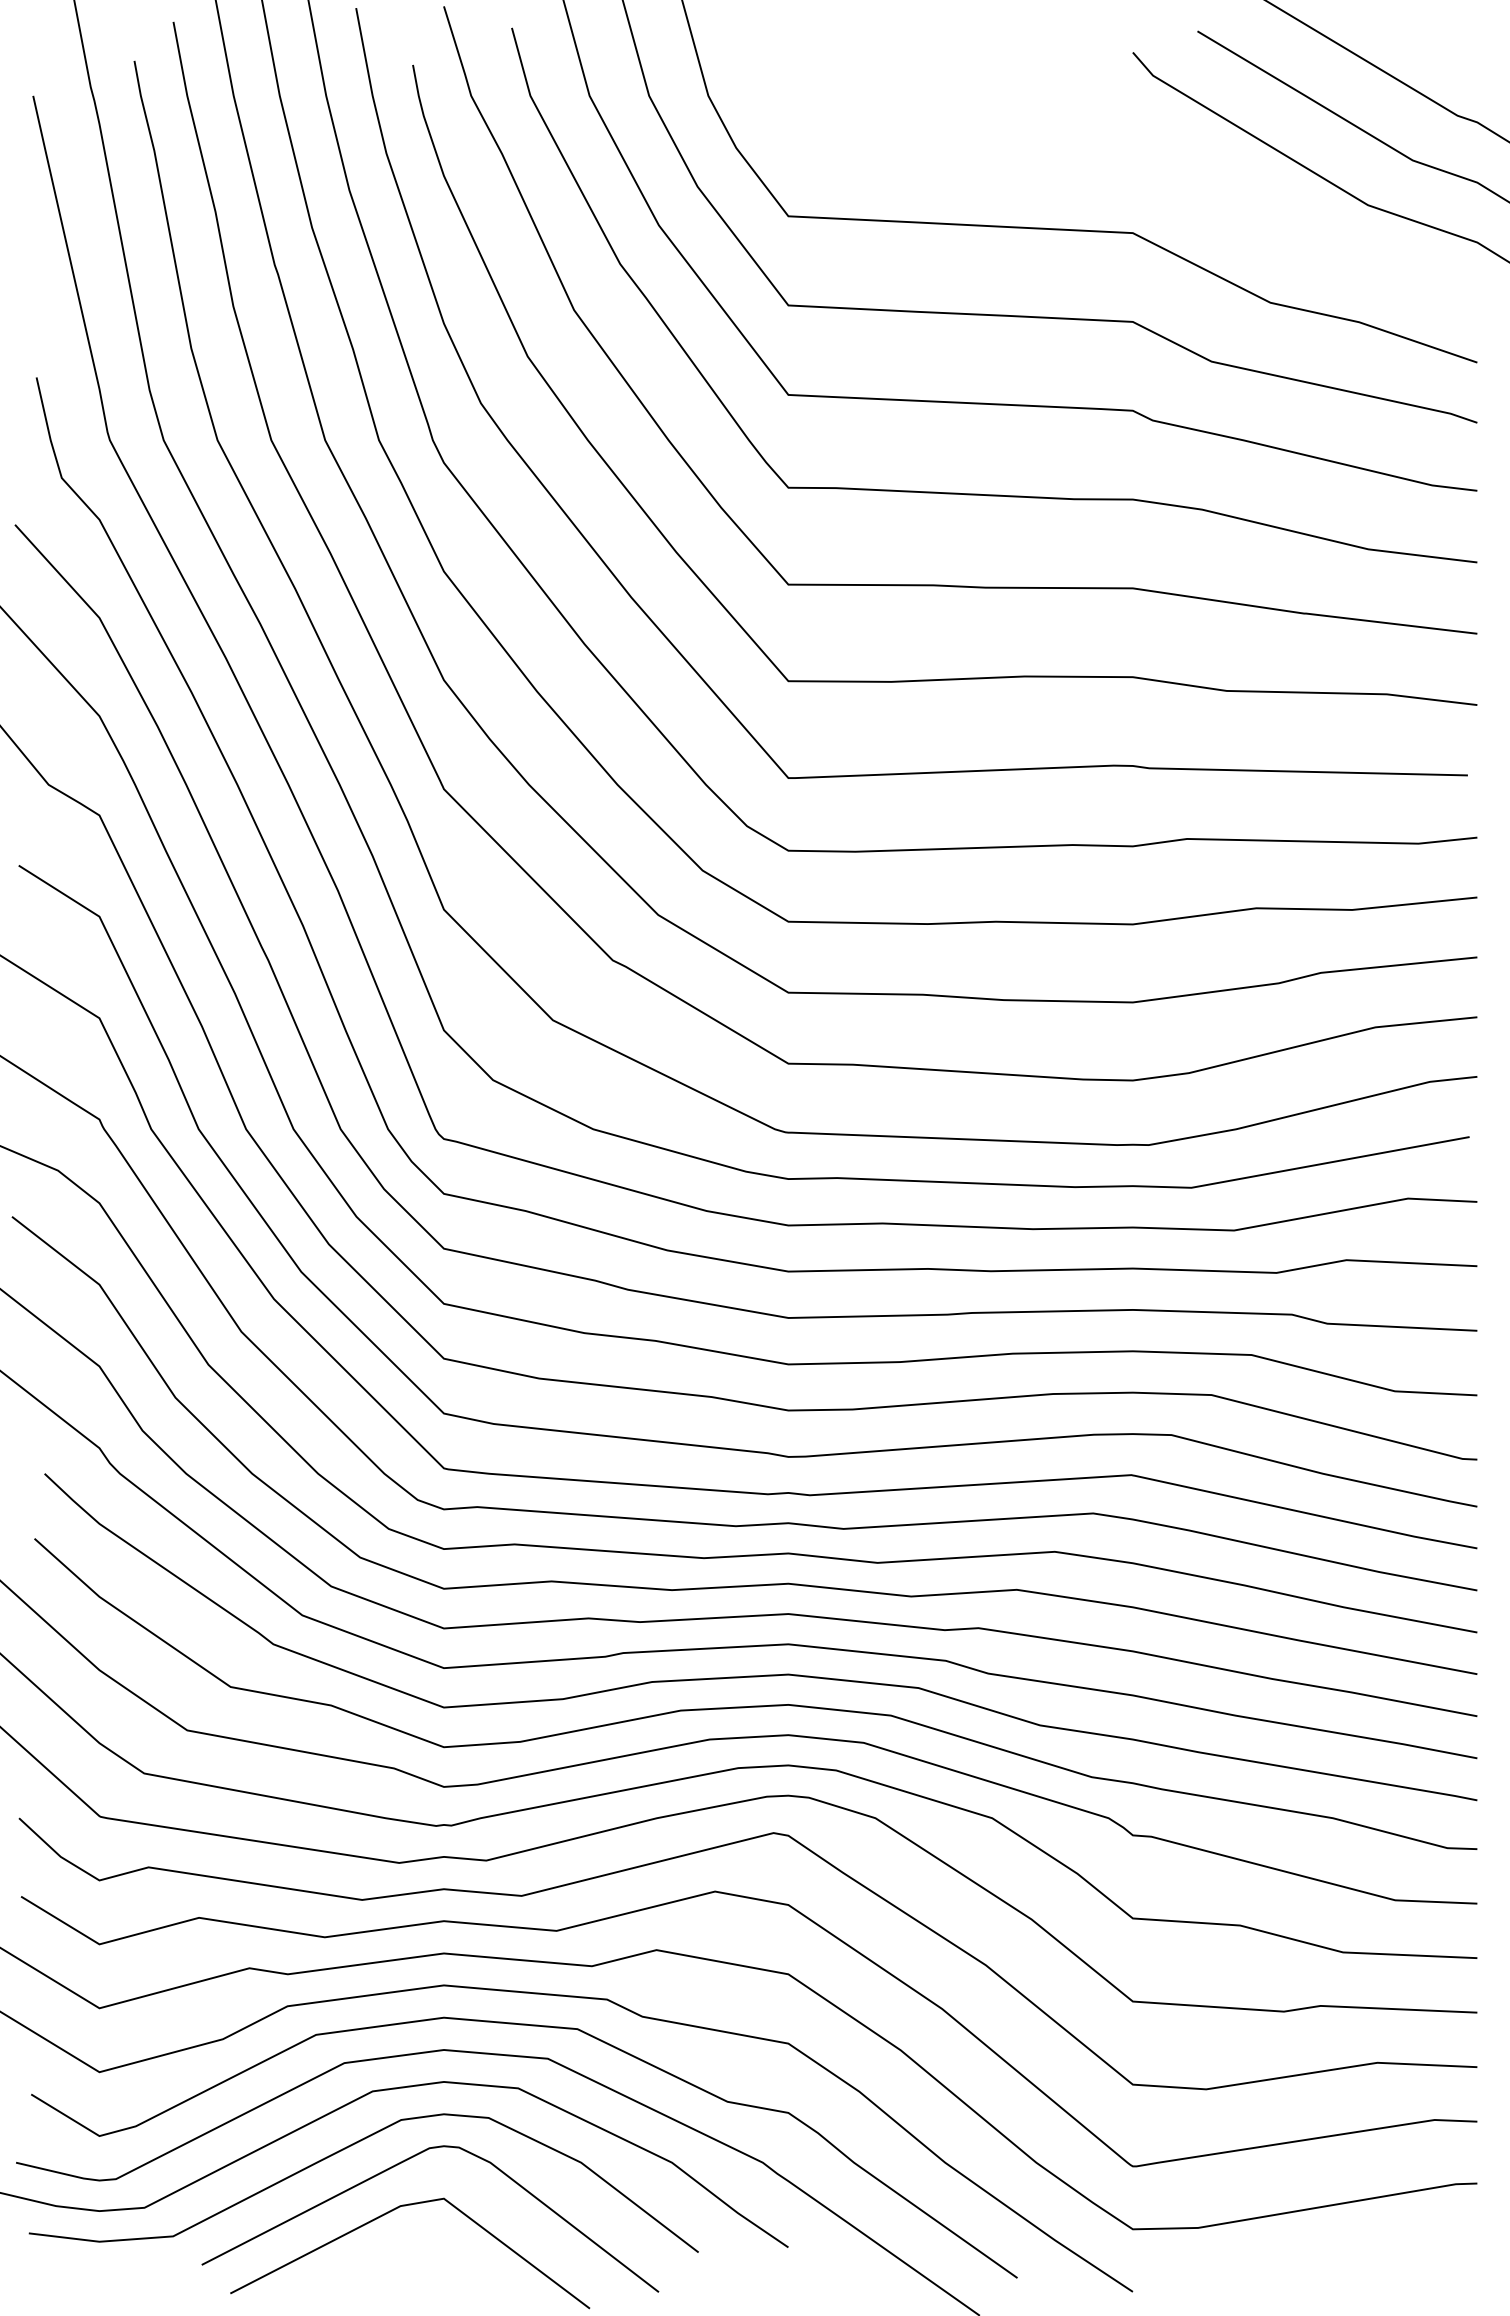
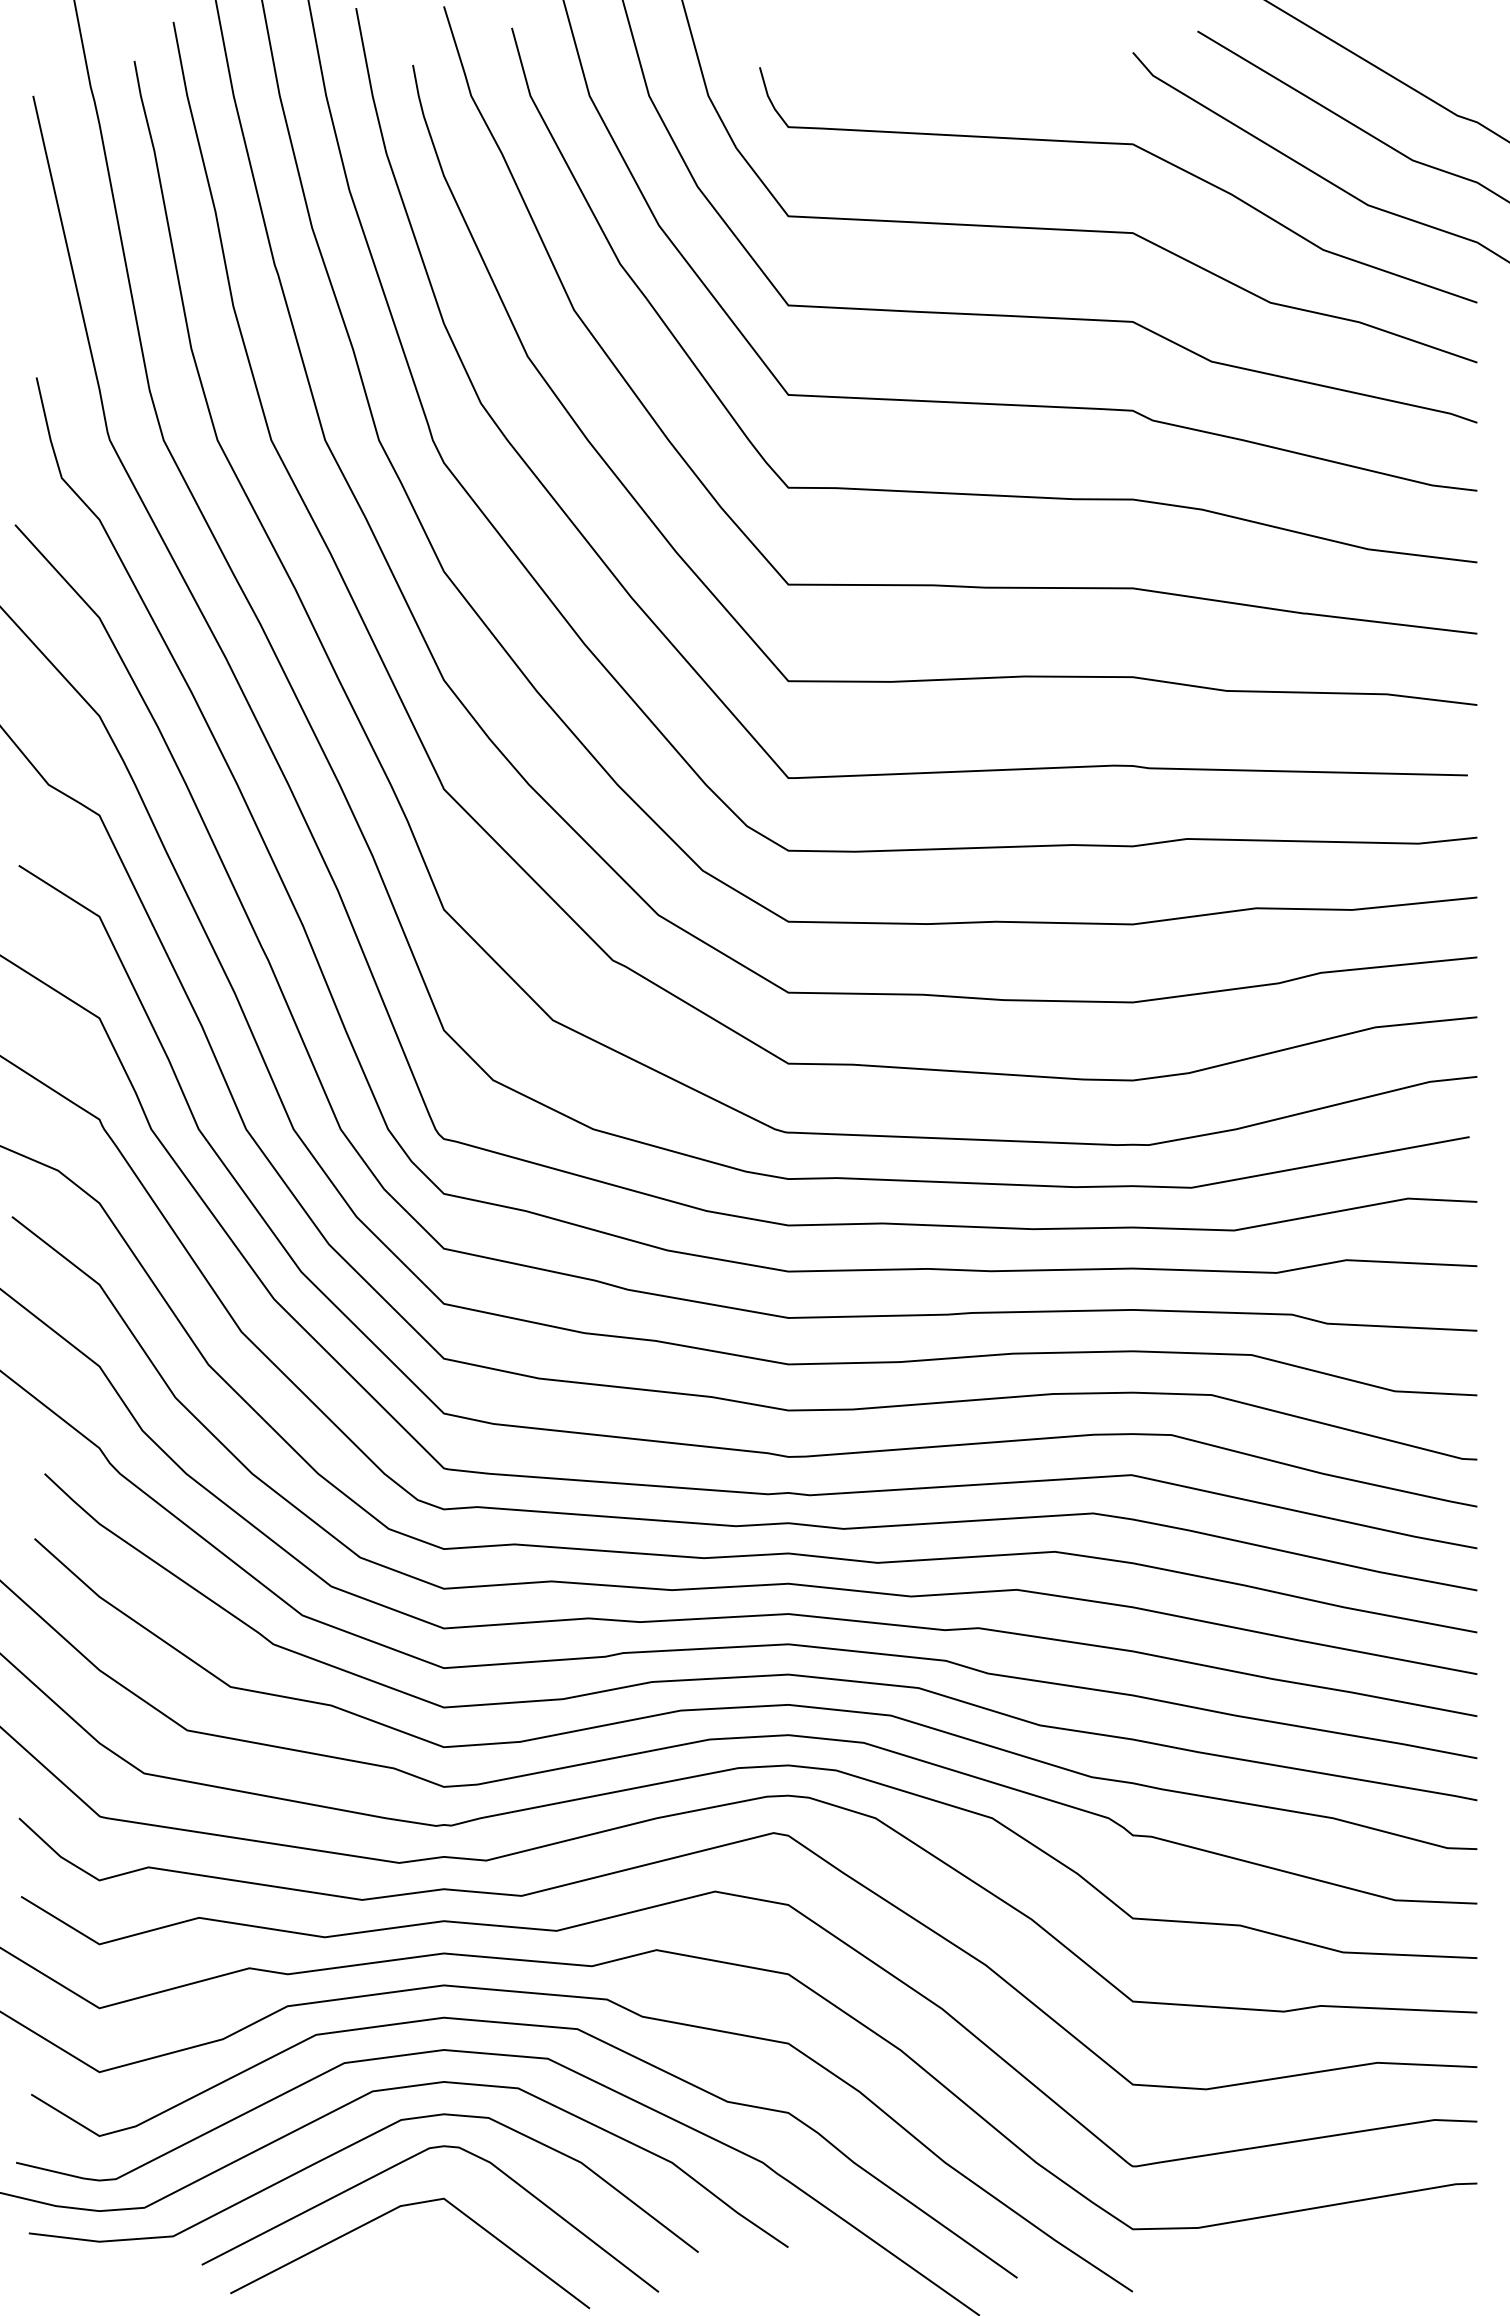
curve at (1118, 144): none -> present
